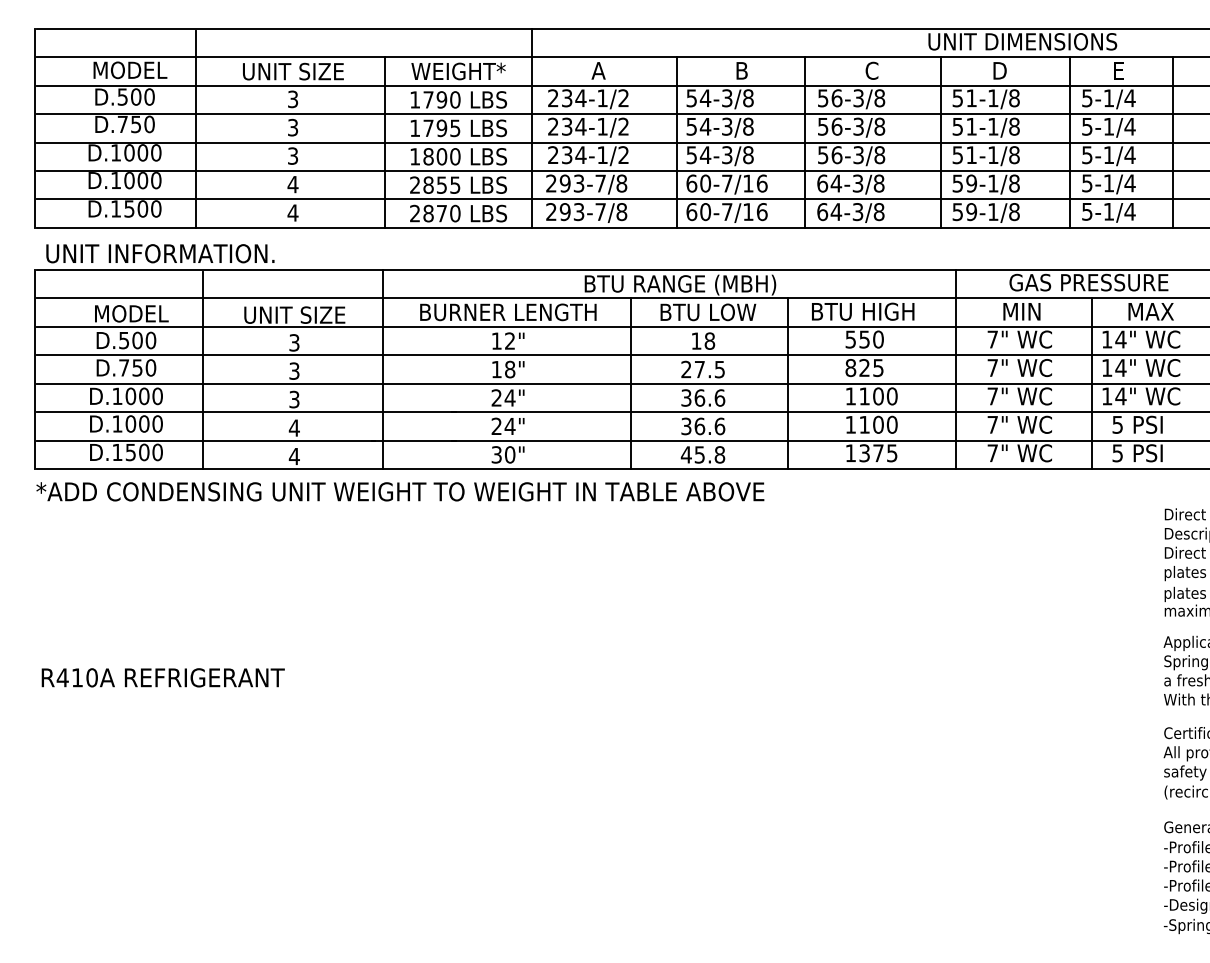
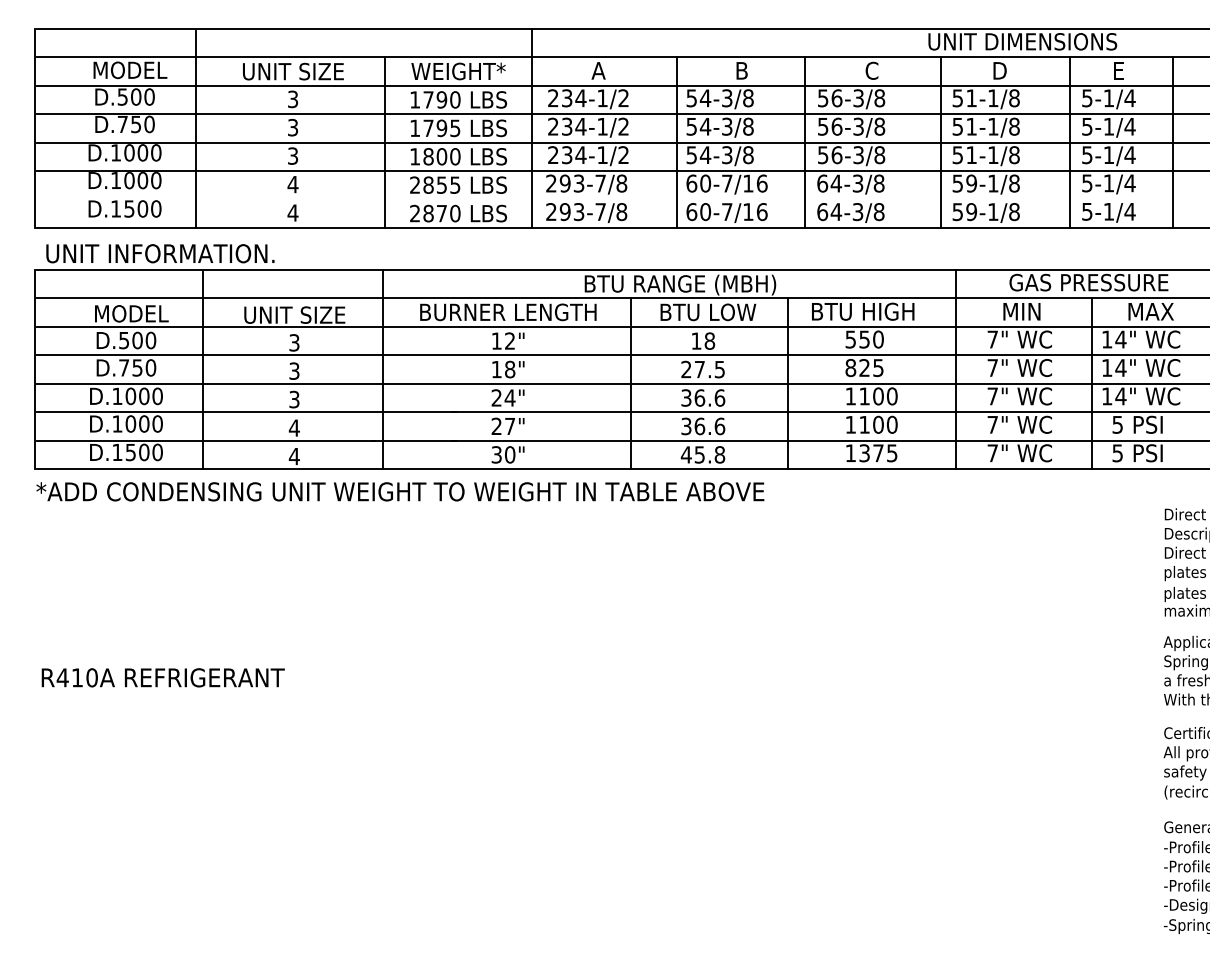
line at (621, 199): present -> none
text at (509, 426): 24" -> 27"
